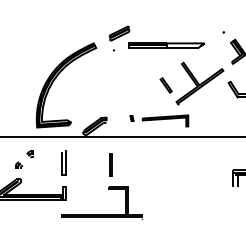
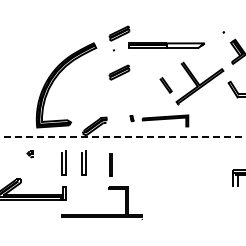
part at (119, 72): none -> present
line at (123, 137): solid -> dashed
part at (83, 162): none -> present
part at (19, 164): present -> none
